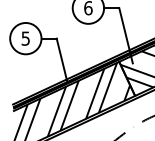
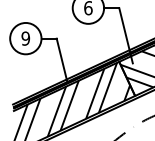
text at (25, 38): 5 -> 9
